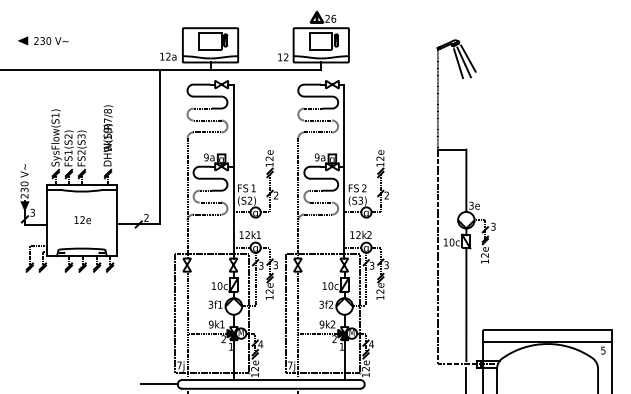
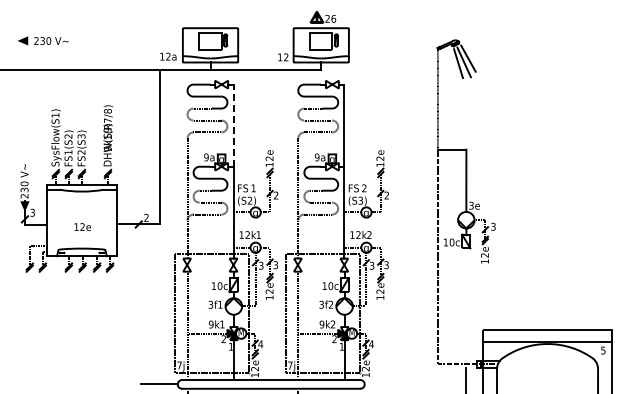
line at (233, 125): solid -> dashed
text at (82, 220) position: (82, 220) -> (82, 227)
line at (466, 304): present -> none
